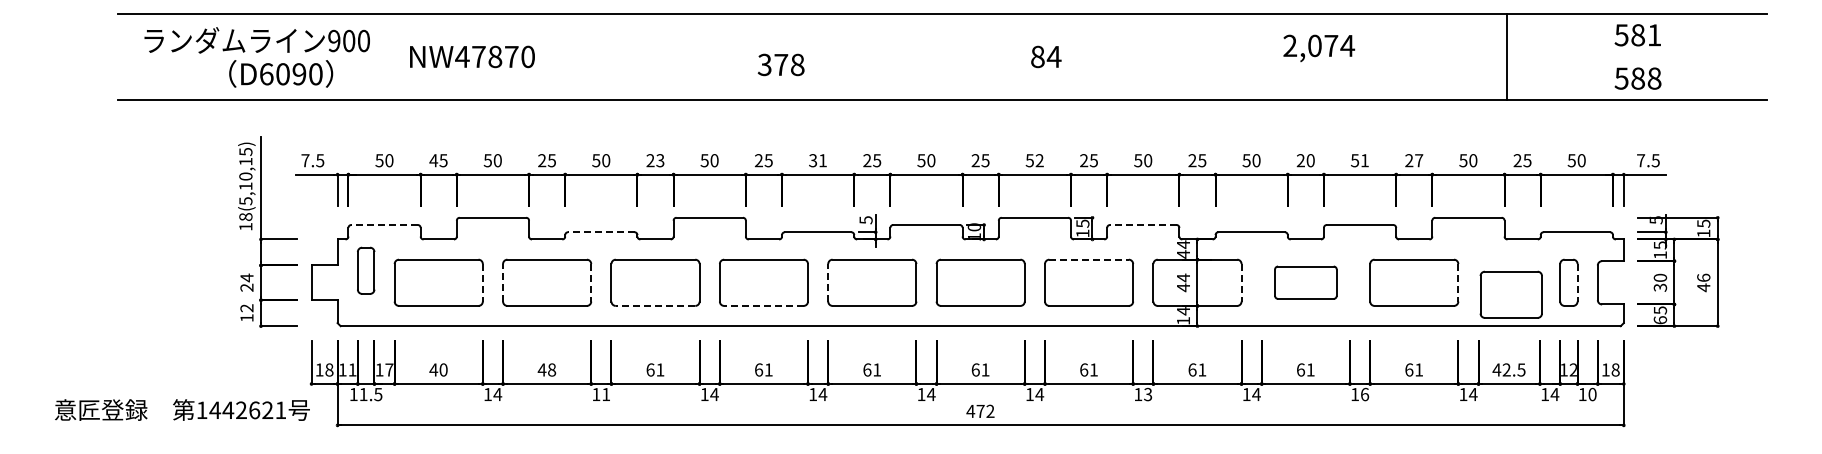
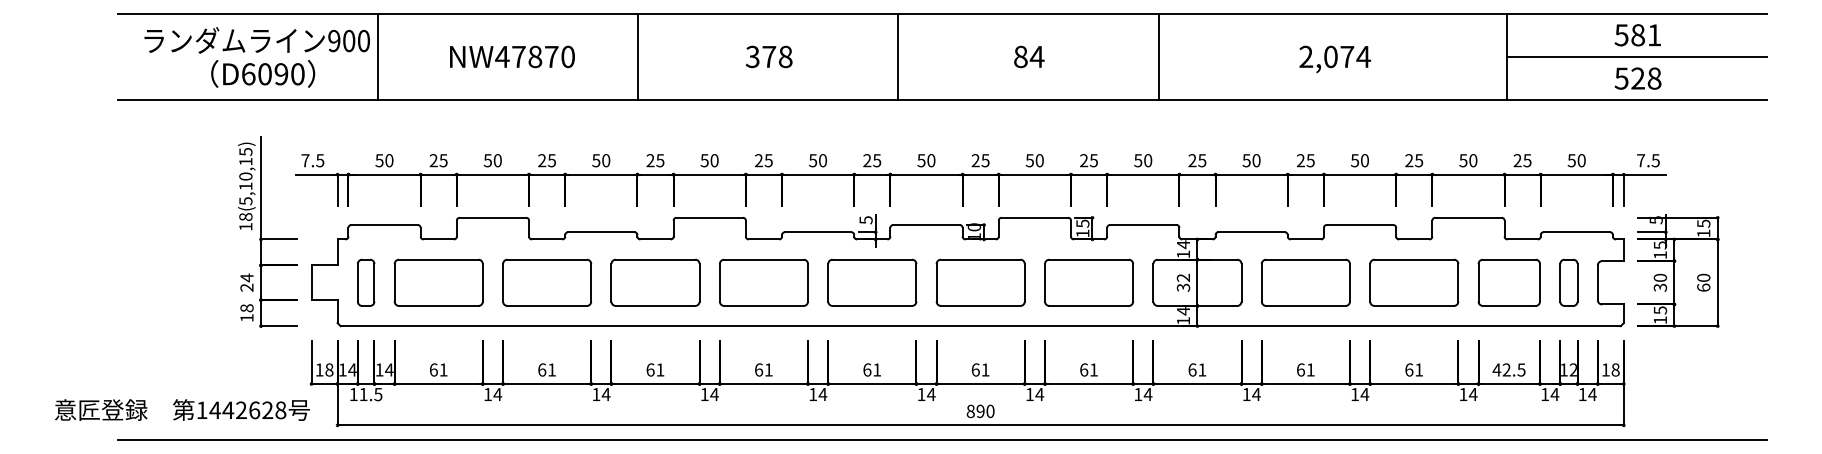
text at (1319, 47) position: (1319, 47) -> (1335, 58)
line at (378, 56): none -> present
text at (472, 56) position: (472, 56) -> (512, 56)
line at (638, 56): none -> present
line at (898, 56): none -> present
text at (1046, 56) position: (1046, 56) -> (1029, 56)
line at (1158, 56): none -> present
line at (1637, 56): none -> present
text at (780, 64) position: (780, 64) -> (768, 56)
text at (281, 73) position: (281, 73) -> (263, 73)
text at (1637, 78): 588 -> 528
text at (433, 160): 45 -> 25
text at (660, 160): 23 -> 25
text at (818, 160): 31 -> 50
text at (1039, 160): 52 -> 50
text at (1310, 160): 20 -> 25
text at (1364, 160): 51 -> 50
text at (1419, 160): 27 -> 25
line at (384, 225): dashed -> solid
line at (1142, 225): dashed -> solid
line at (600, 232): dashed -> solid
text at (1183, 254): 44 -> 14
line at (1089, 259): dashed -> solid
part at (366, 270) position: (366, 270) -> (366, 282)
line at (482, 282): dashed -> solid
line at (503, 282): dashed -> solid
line at (591, 282): dashed -> solid
line at (828, 282): dashed -> solid
text at (1183, 282): 44 -> 32
line at (1241, 282): dashed -> solid
part at (1305, 282) size: 64x35 px -> 90x49 px
line at (1458, 282): dashed -> solid
line at (1577, 282): dashed -> solid
text at (1703, 282): 46 -> 60
part at (1510, 294) position: (1510, 294) -> (1508, 282)
line at (655, 305): dashed -> solid
line at (763, 305): dashed -> solid
text at (246, 308): 12 -> 18
text at (1660, 320): 65 -> 15
text at (352, 369): 11 -> 14
text at (389, 369): 17 -> 14
text at (438, 369): 40 -> 61
text at (546, 369): 48 -> 61
text at (605, 394): 11 -> 14
text at (1147, 394): 13 -> 14
text at (1364, 394): 16 -> 14
text at (1592, 394): 10 -> 14
text at (280, 410): 1442621 -> 1442628
text at (980, 411): 472 -> 890
line at (942, 440): none -> present
